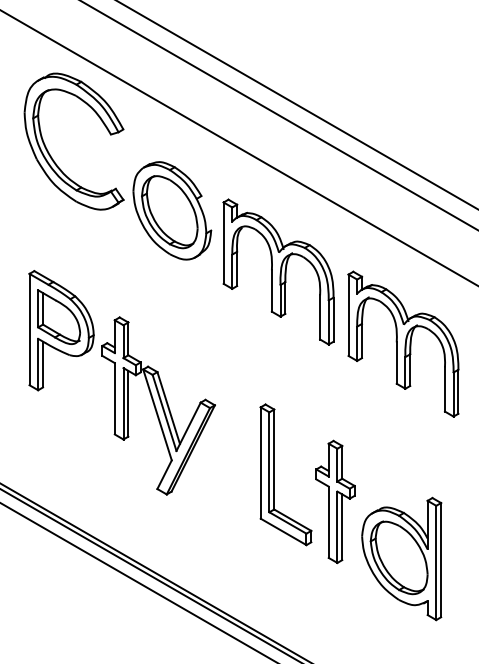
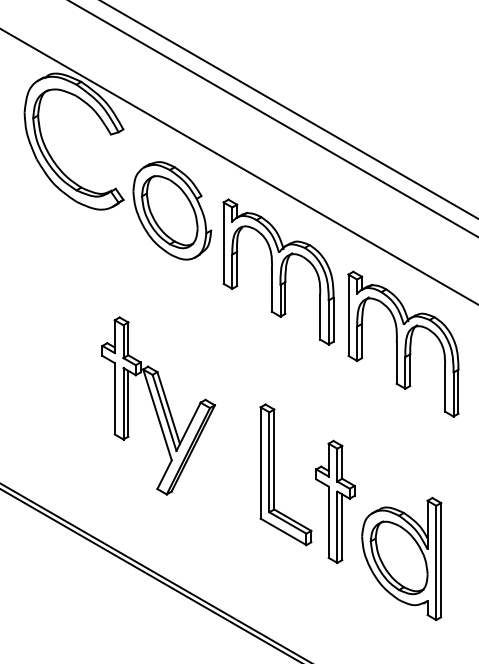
line at (297, 104) position: (297, 104) -> (289, 109)
line at (278, 115) position: (278, 115) -> (273, 118)
line at (238, 147) position: (238, 147) -> (238, 166)
part at (61, 330): present -> none
line at (138, 582): present -> none
